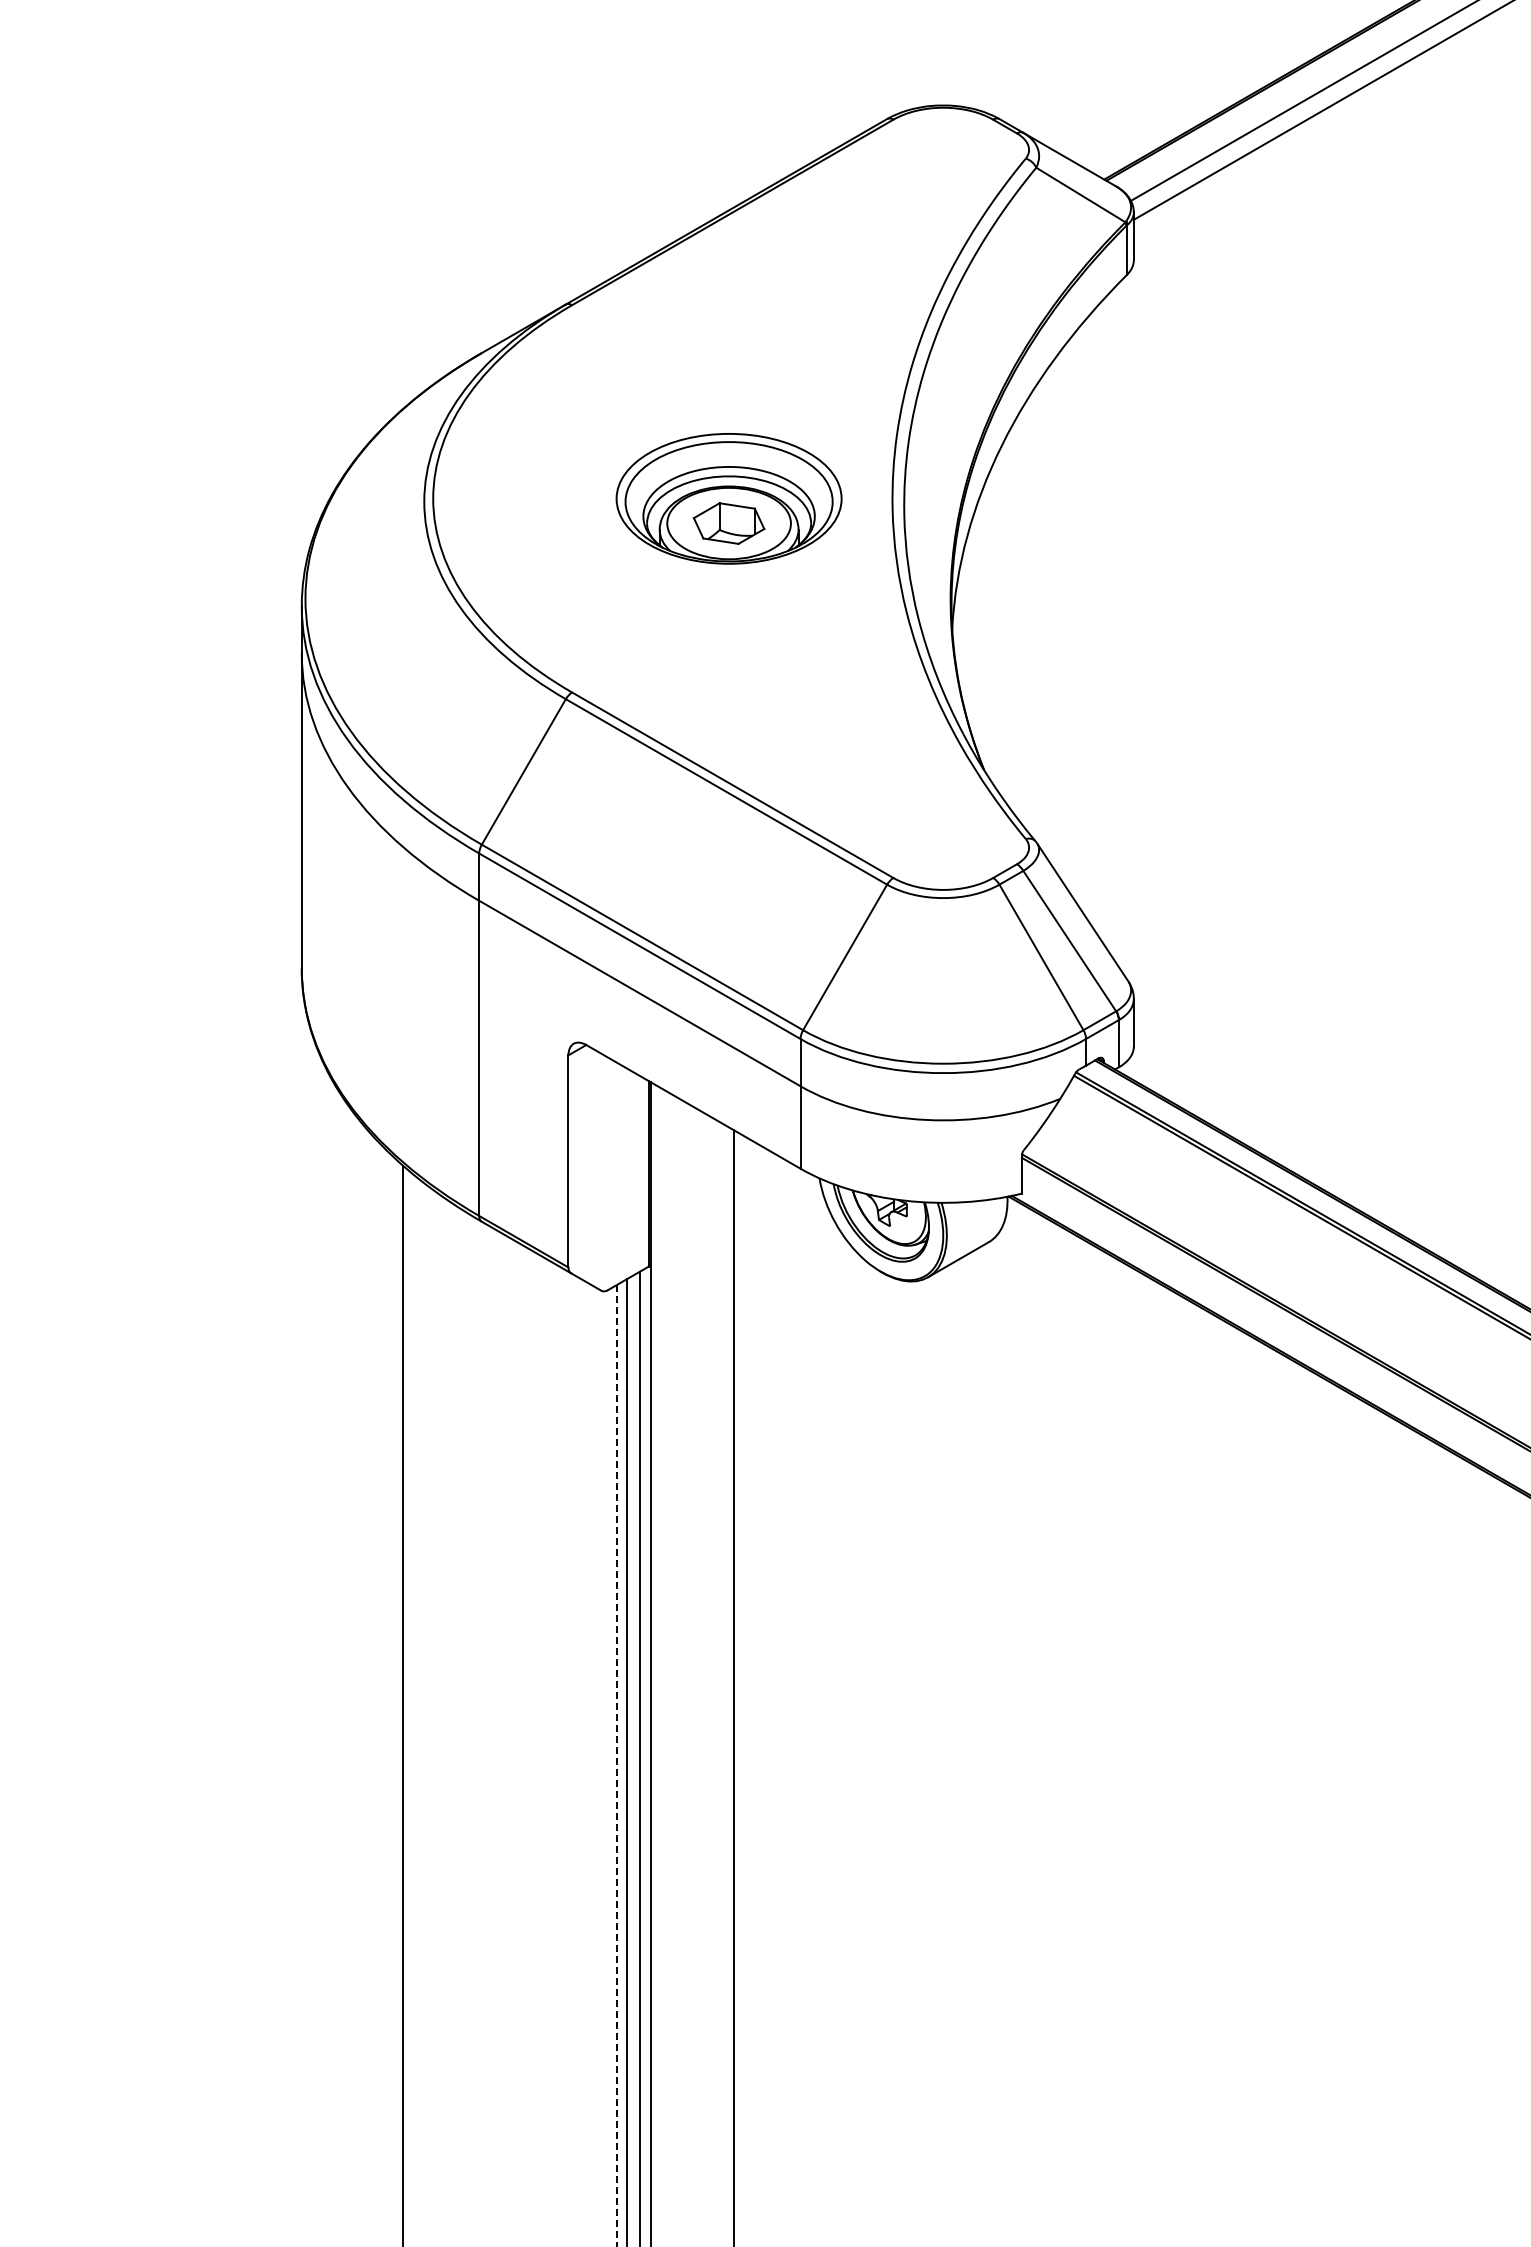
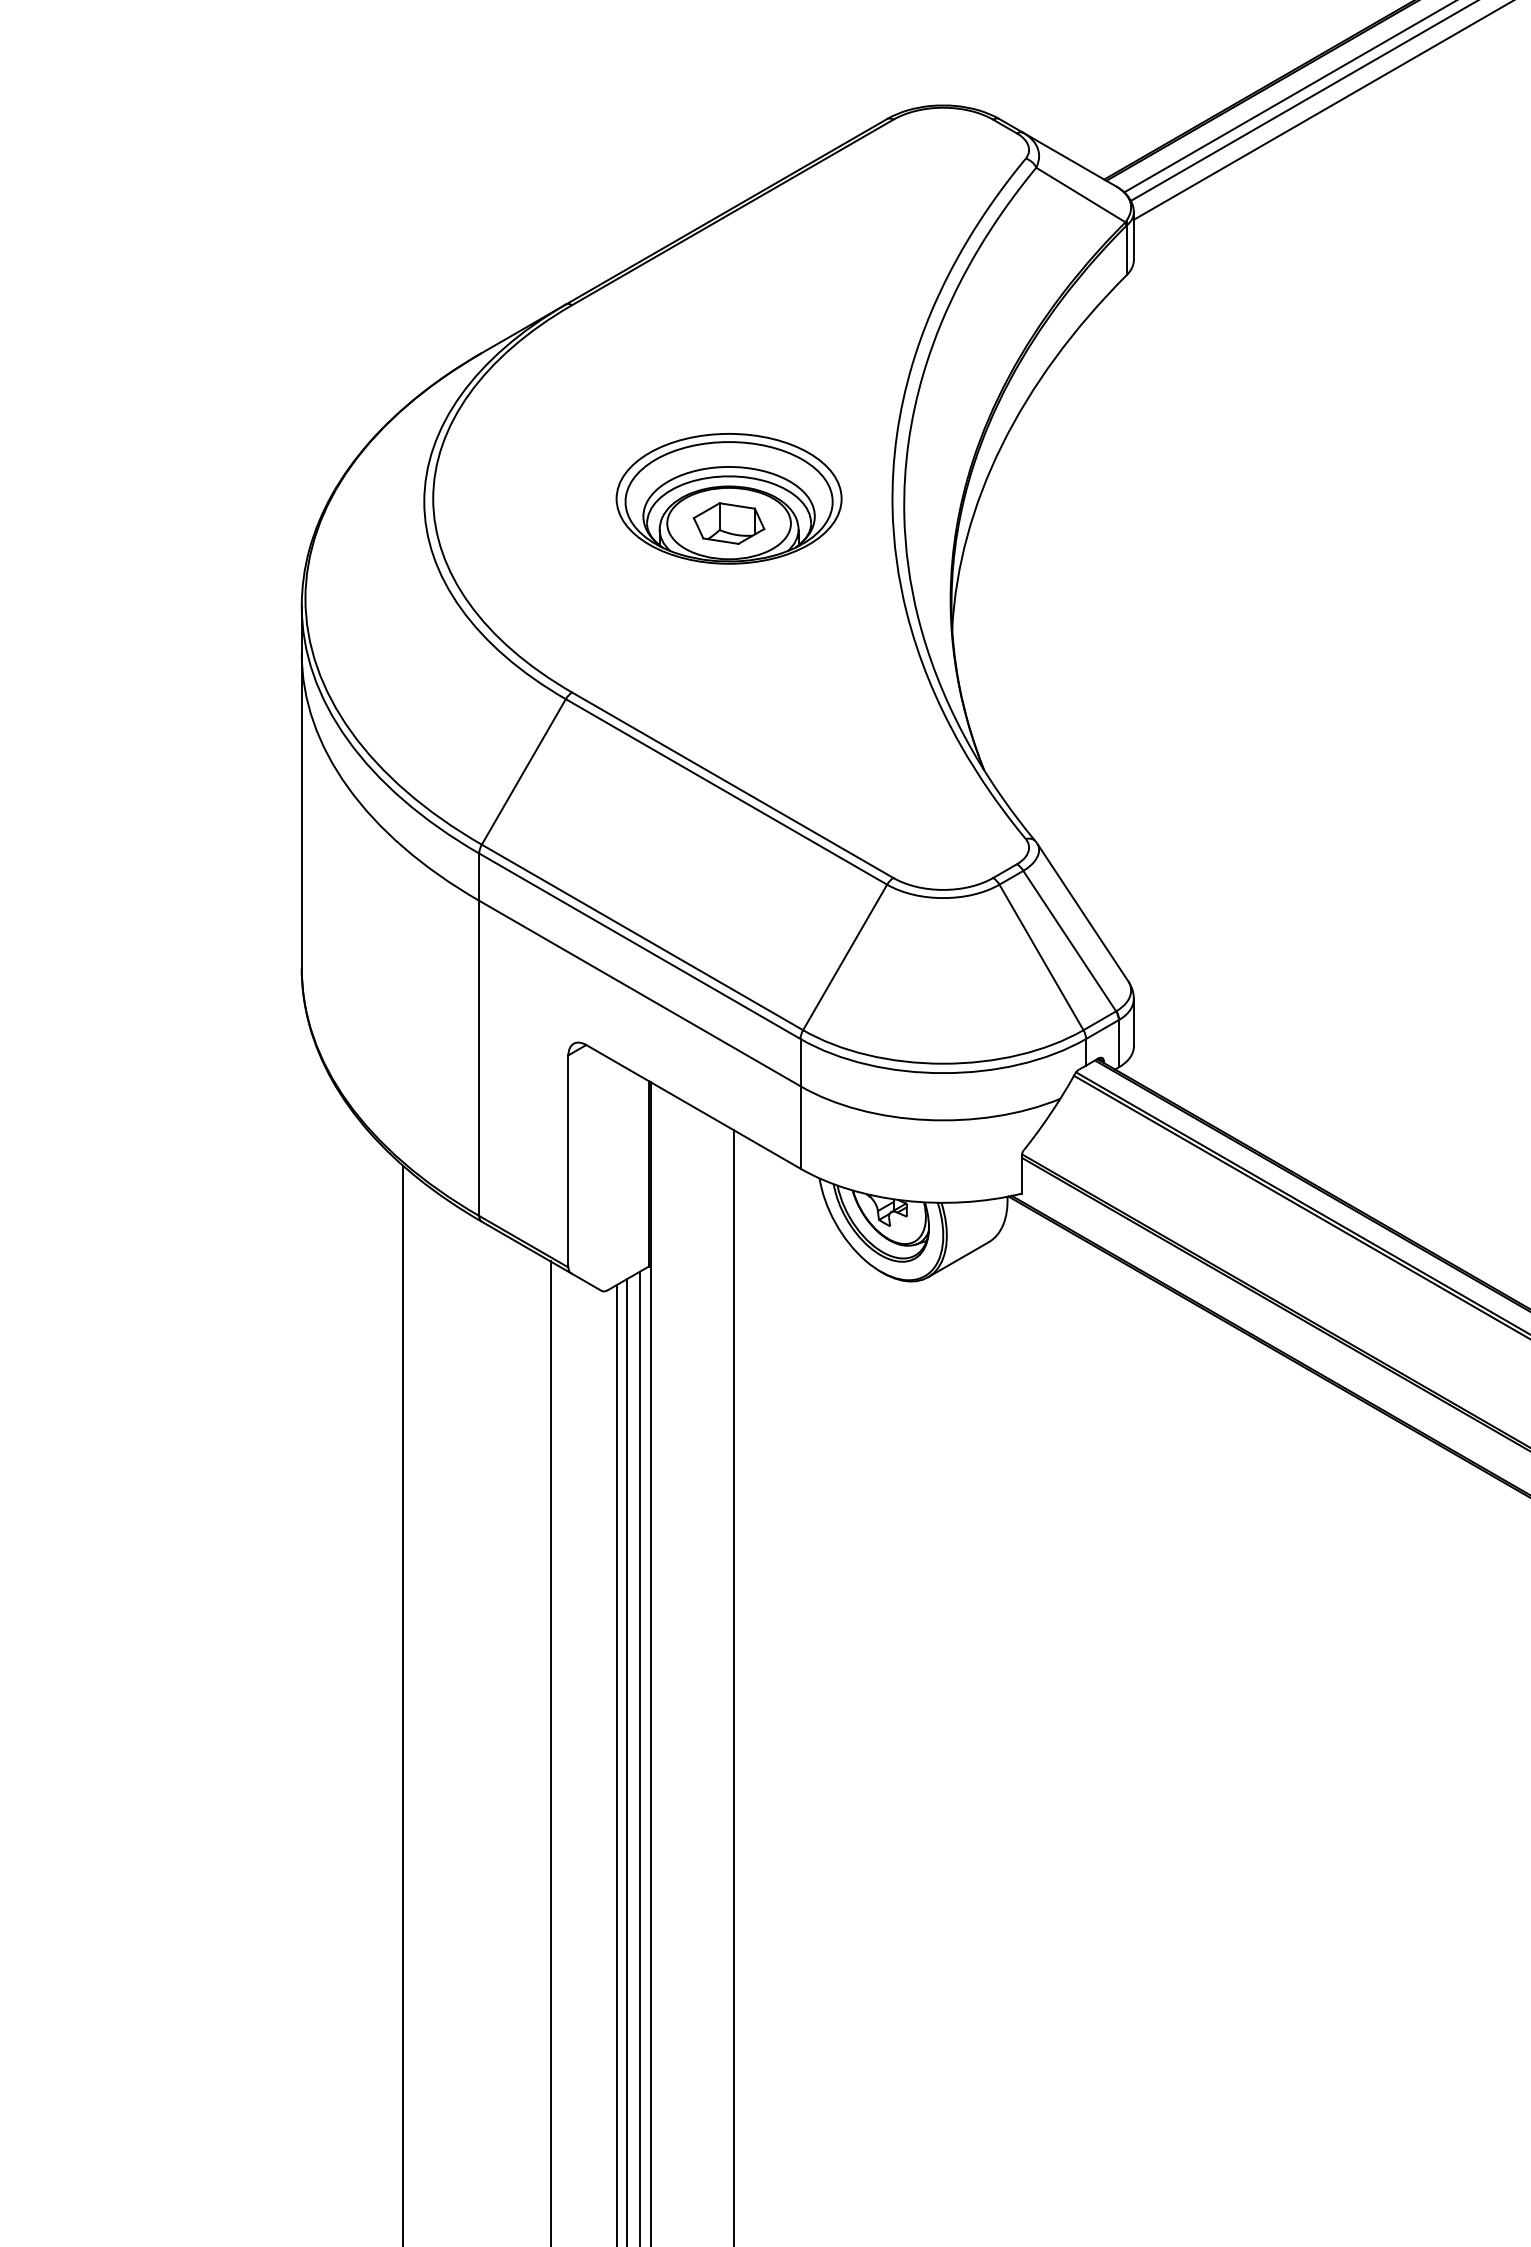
line at (1288, 97): none -> present
line at (550, 1752): none -> present
line at (616, 1765): dashed -> solid
